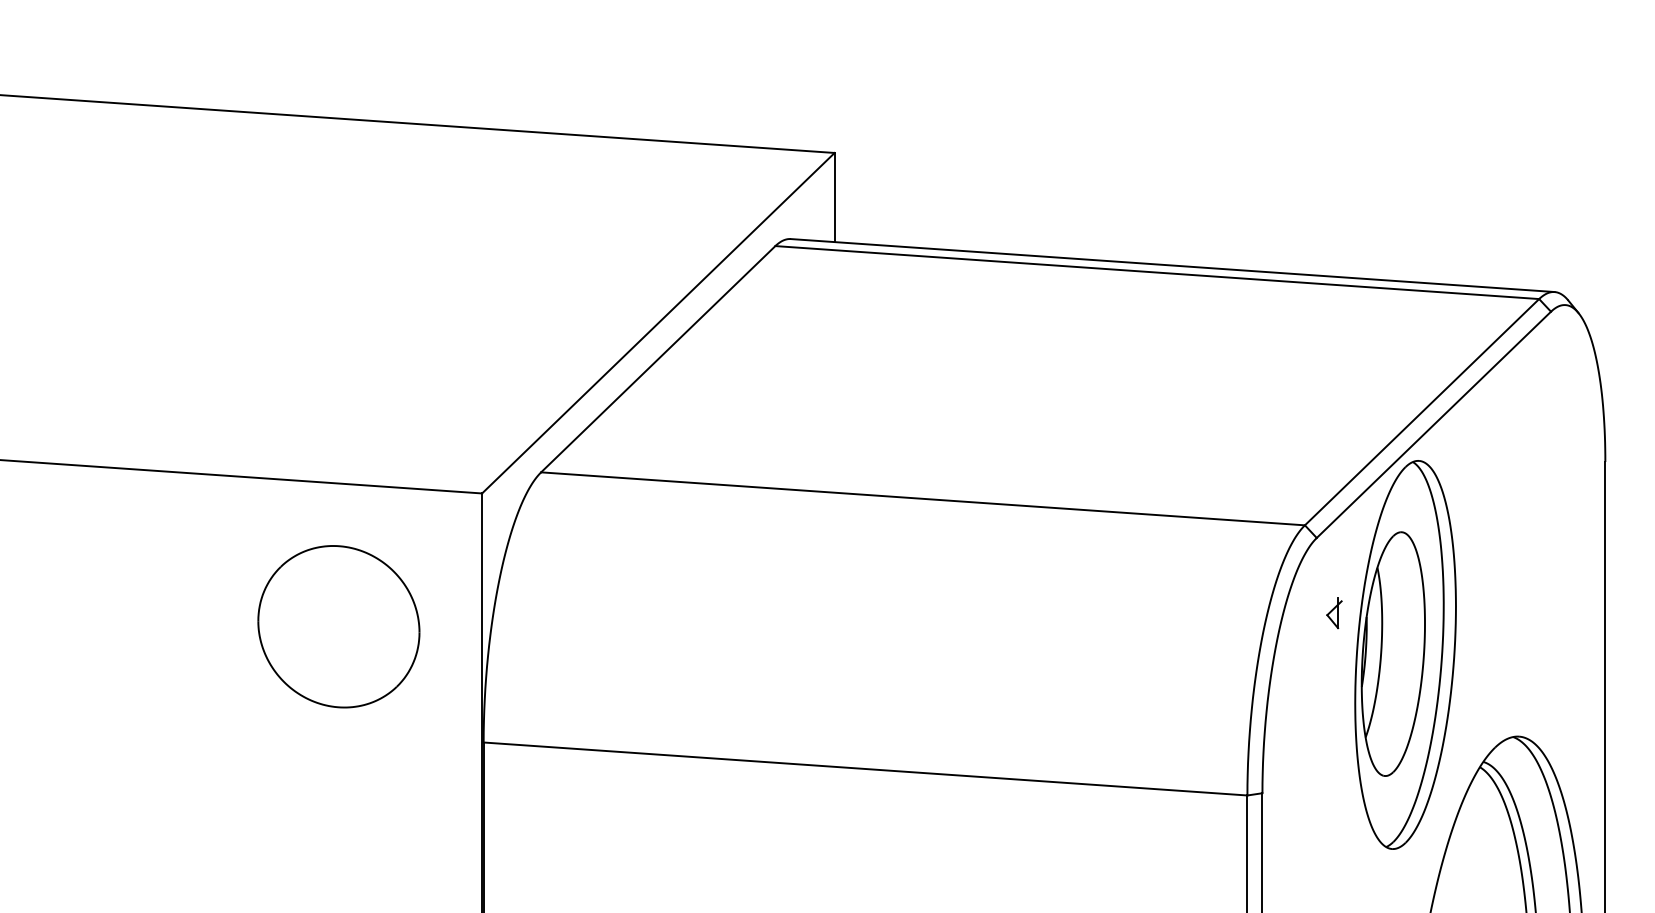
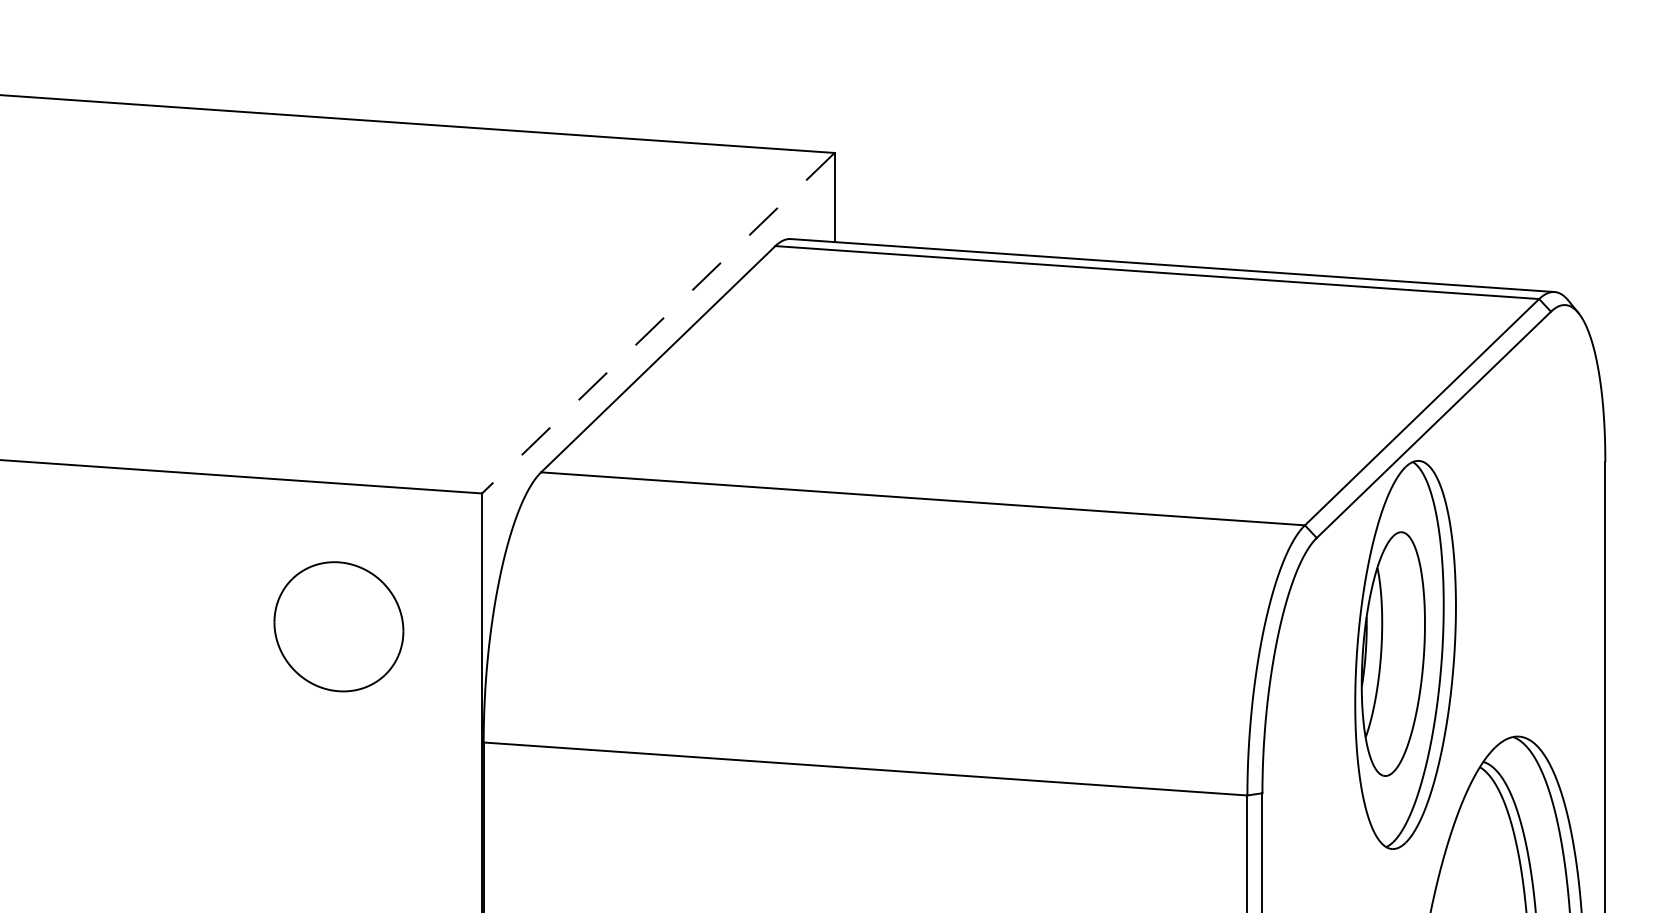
line at (658, 323): solid -> dashed
part at (1334, 613): present -> none
part at (338, 626) size: 164x164 px -> 132x132 px
